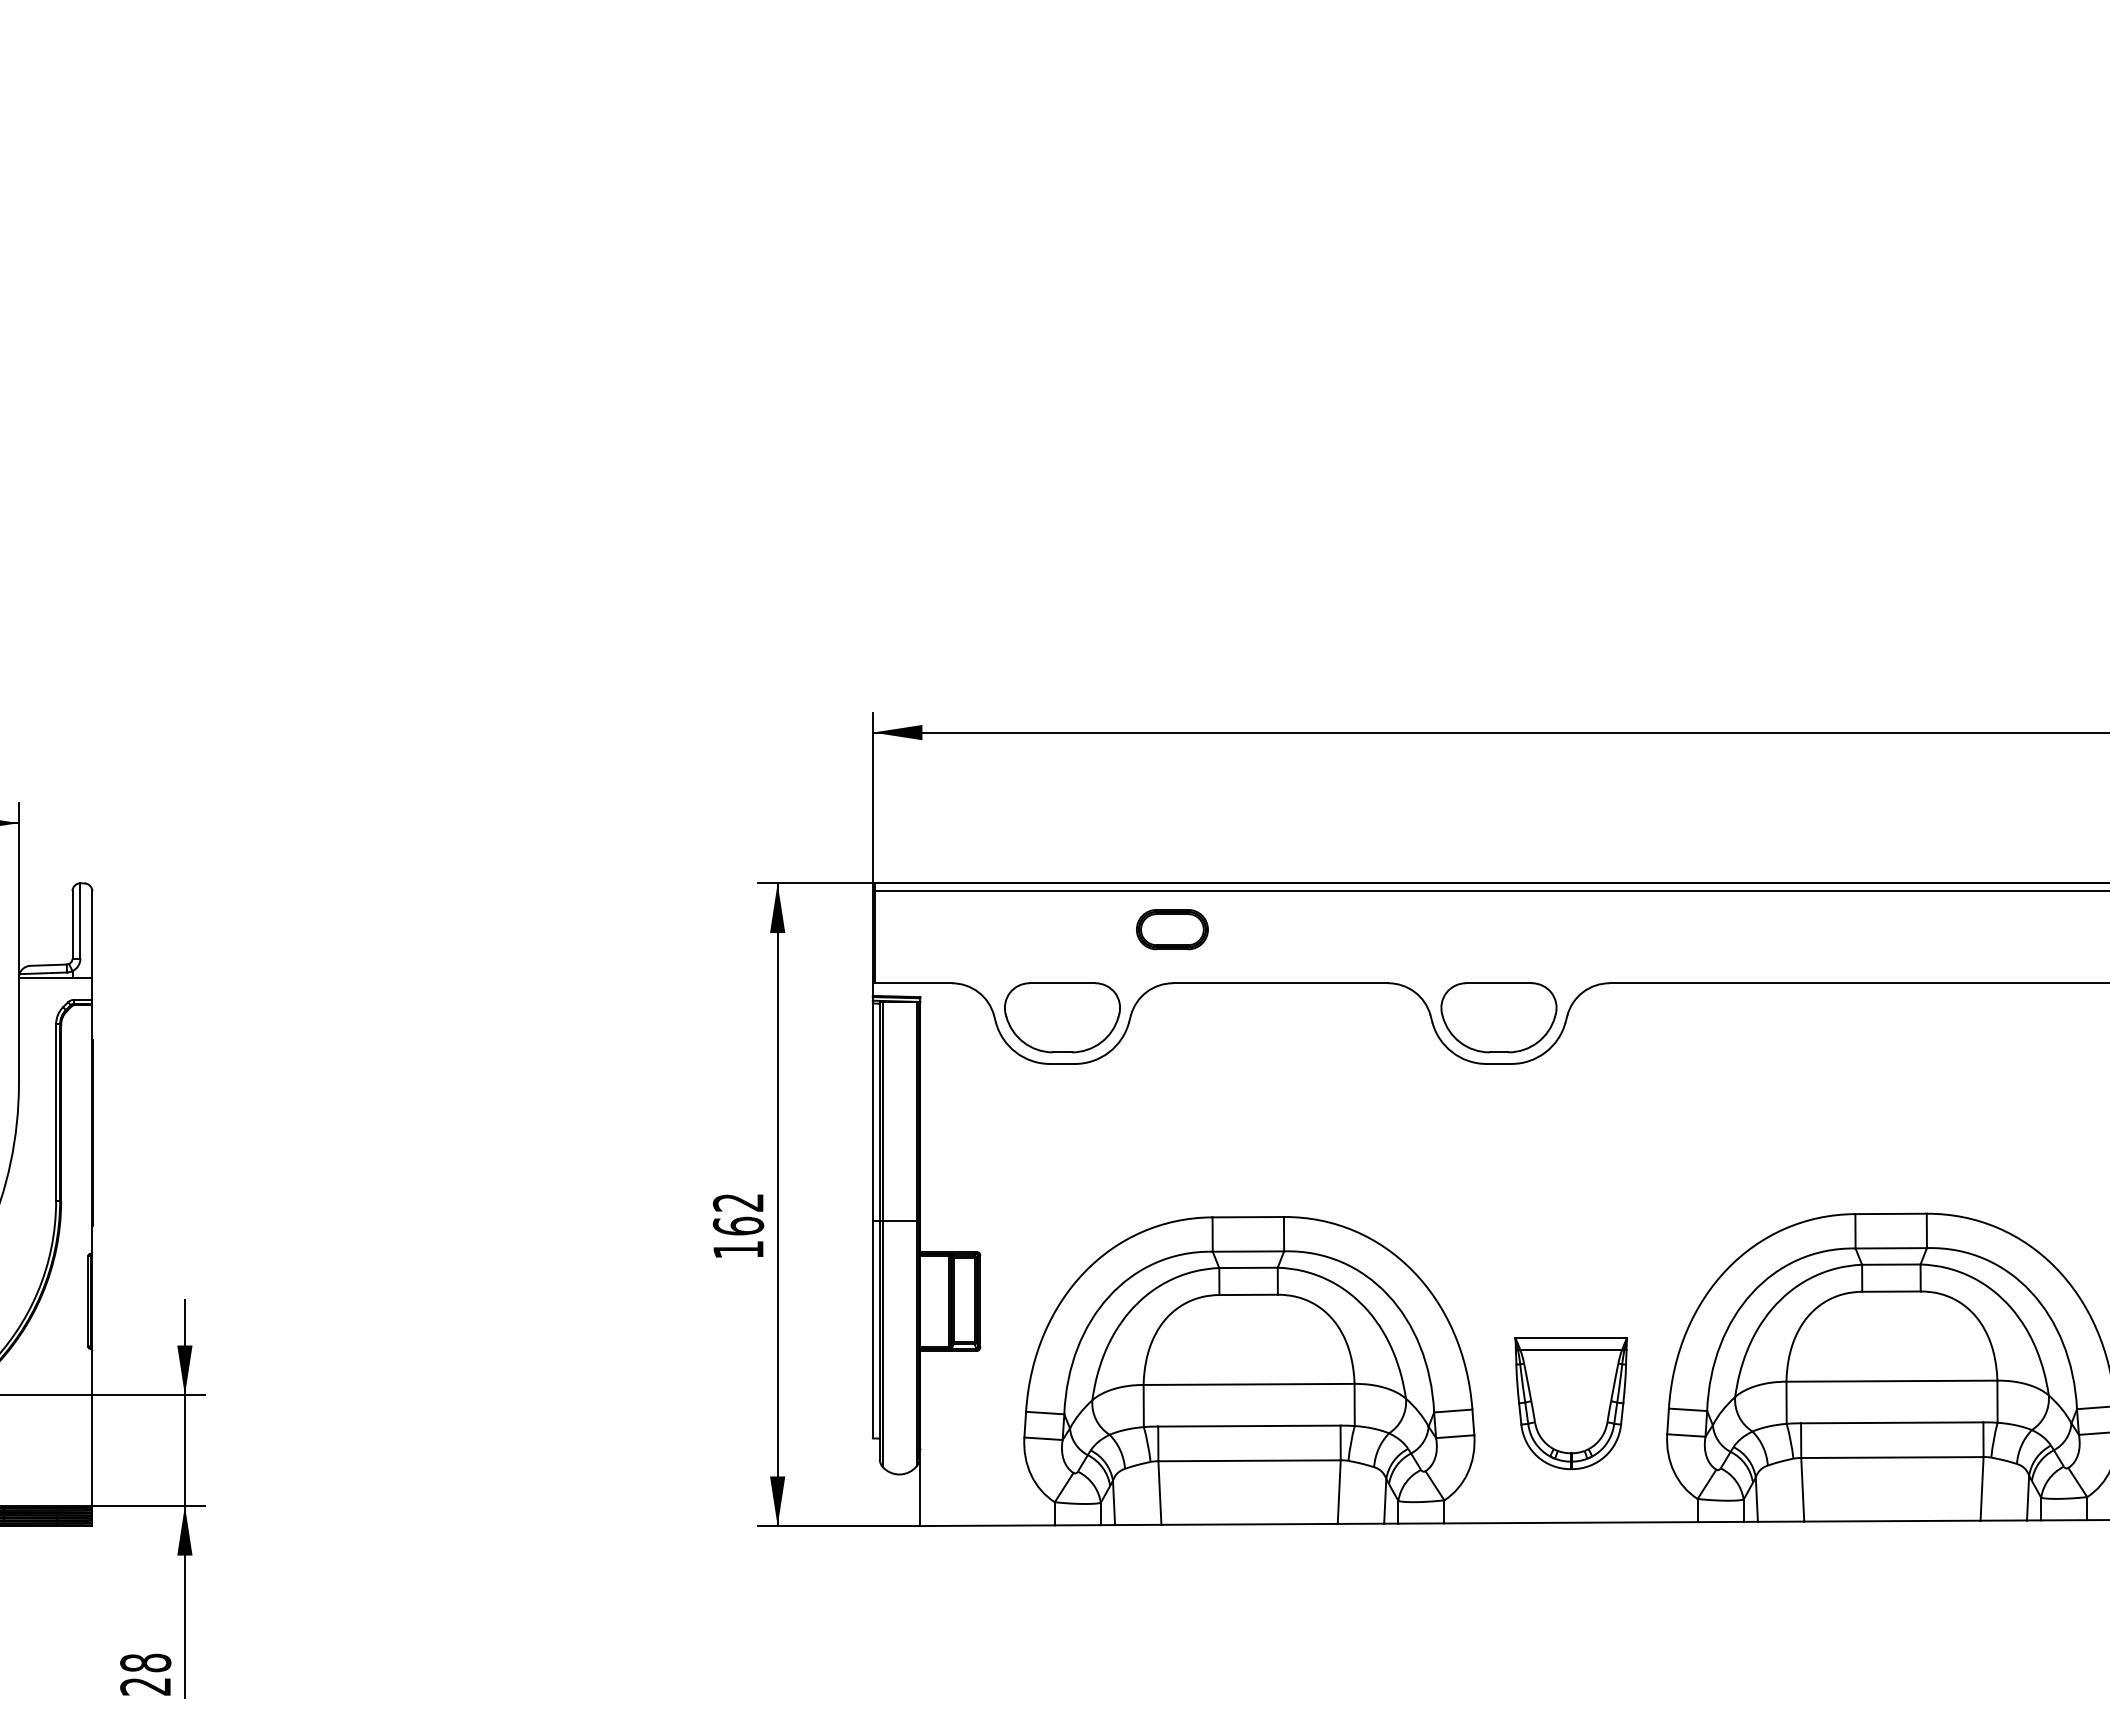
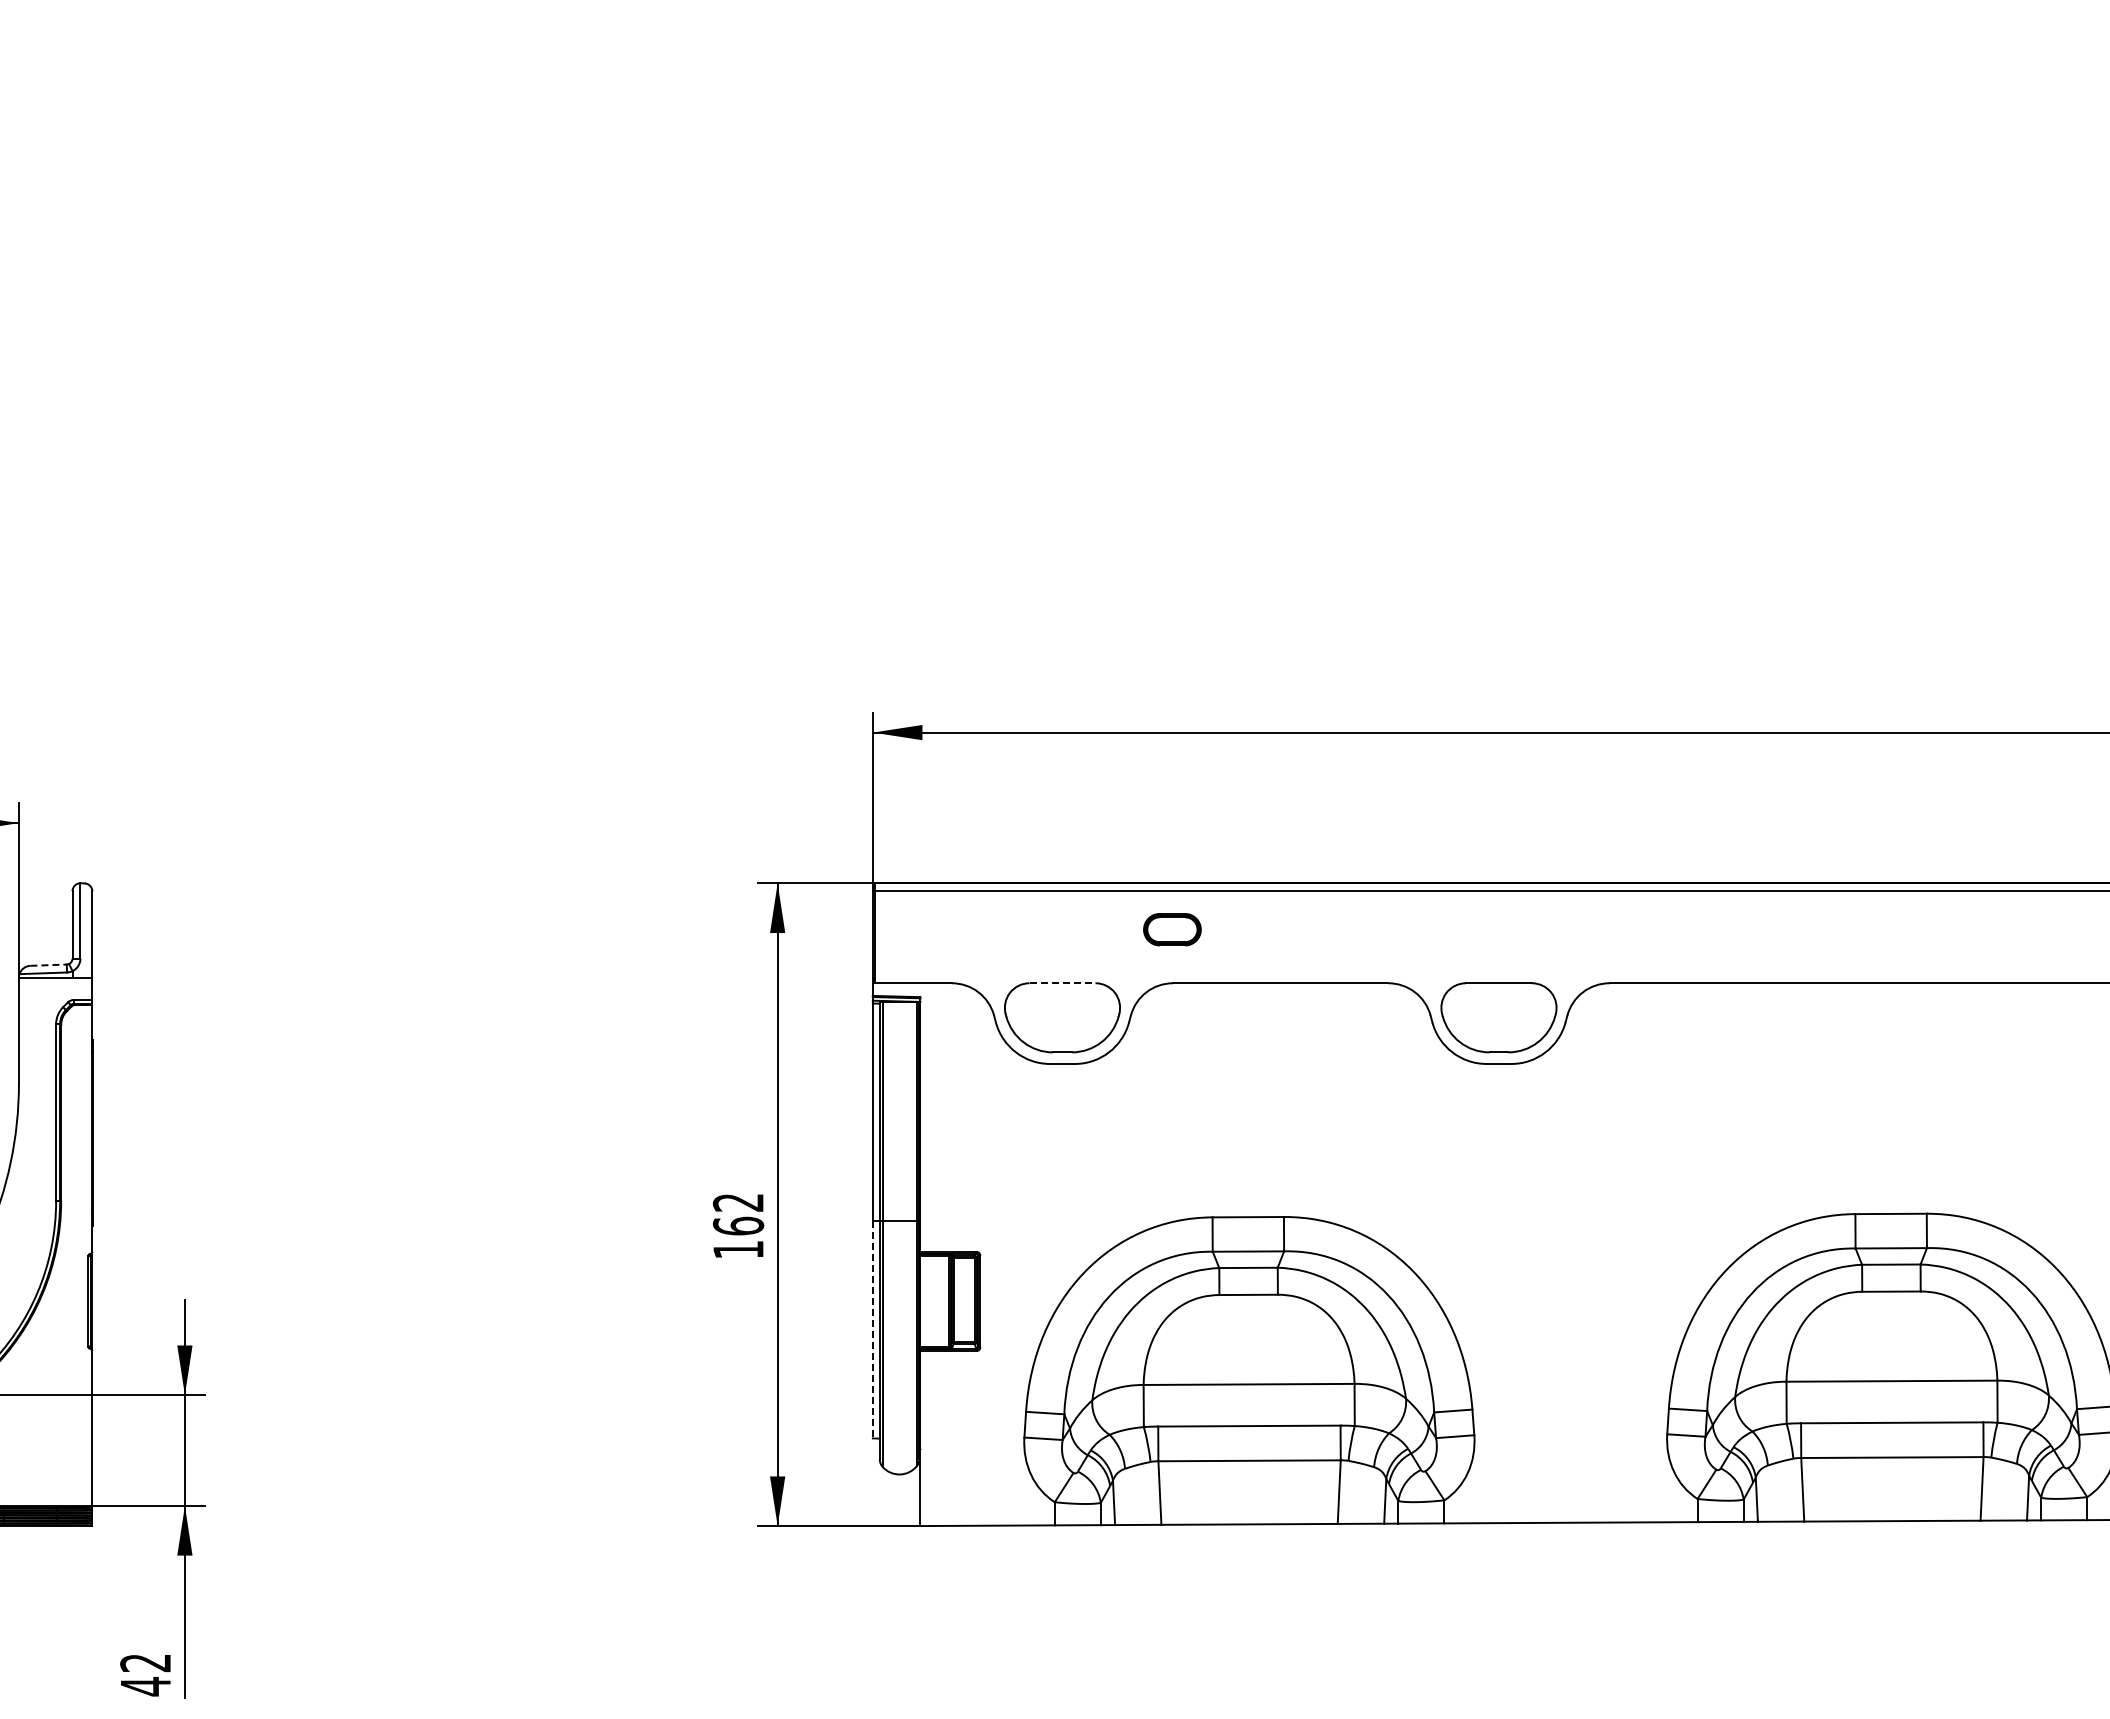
part at (1172, 929) size: 73x42 px -> 59x34 px
line at (49, 965): solid -> dashed
line at (1062, 983): solid -> dashed
line at (872, 1329): solid -> dashed
part at (1570, 1403): present -> none
text at (145, 1674): 28 -> 42
